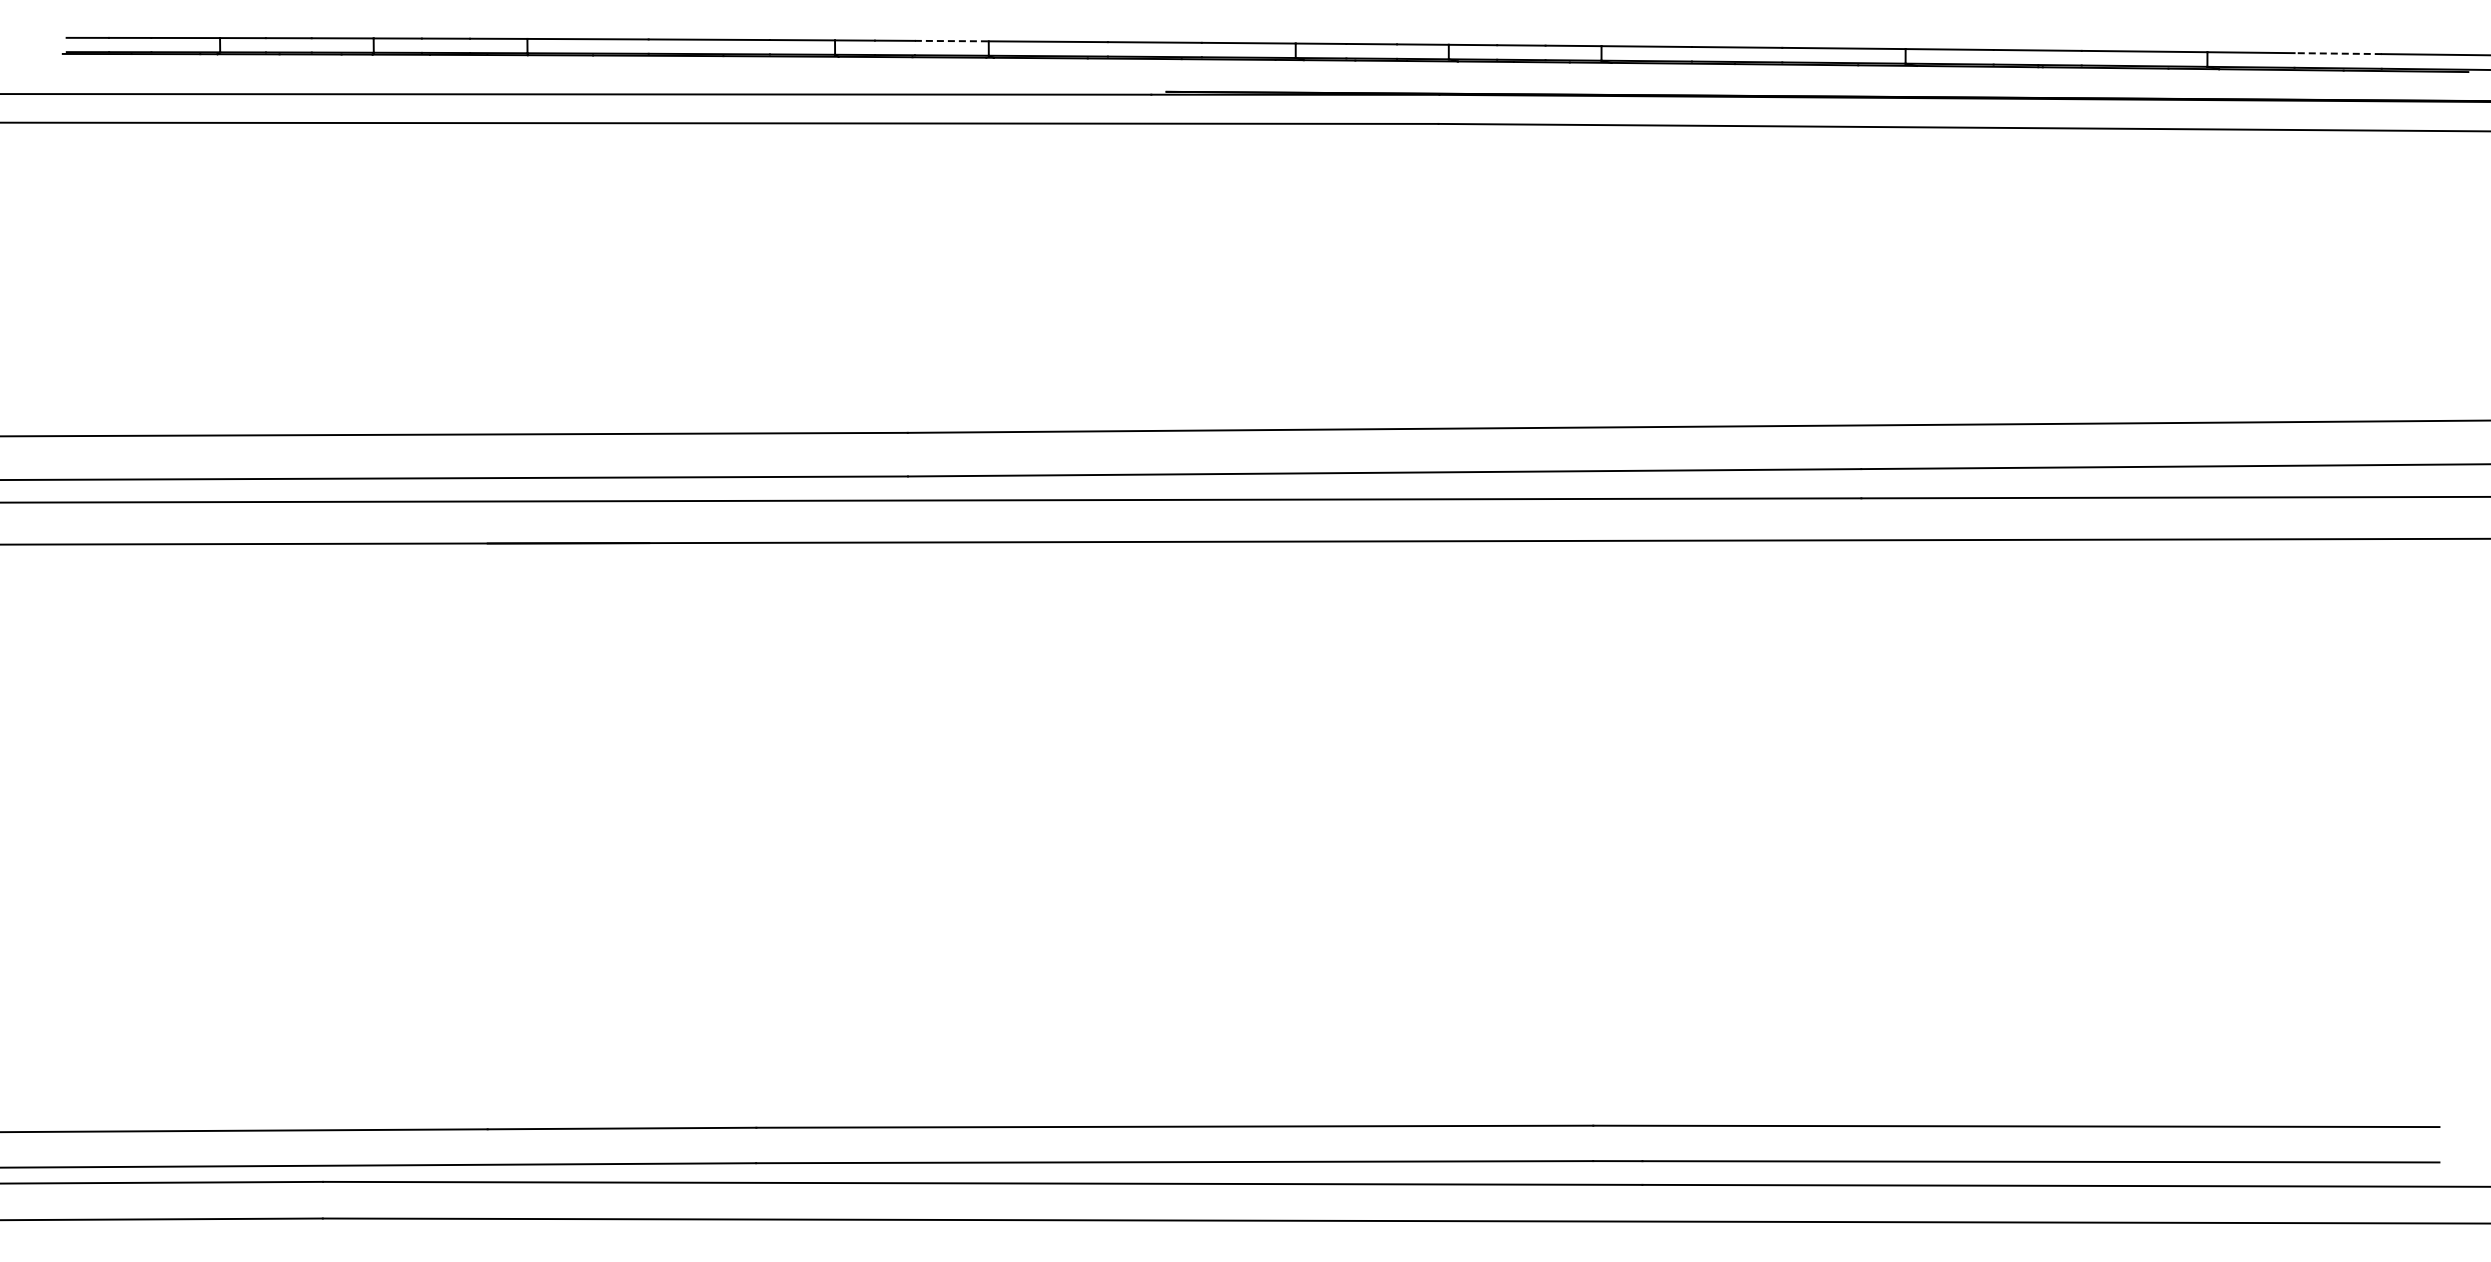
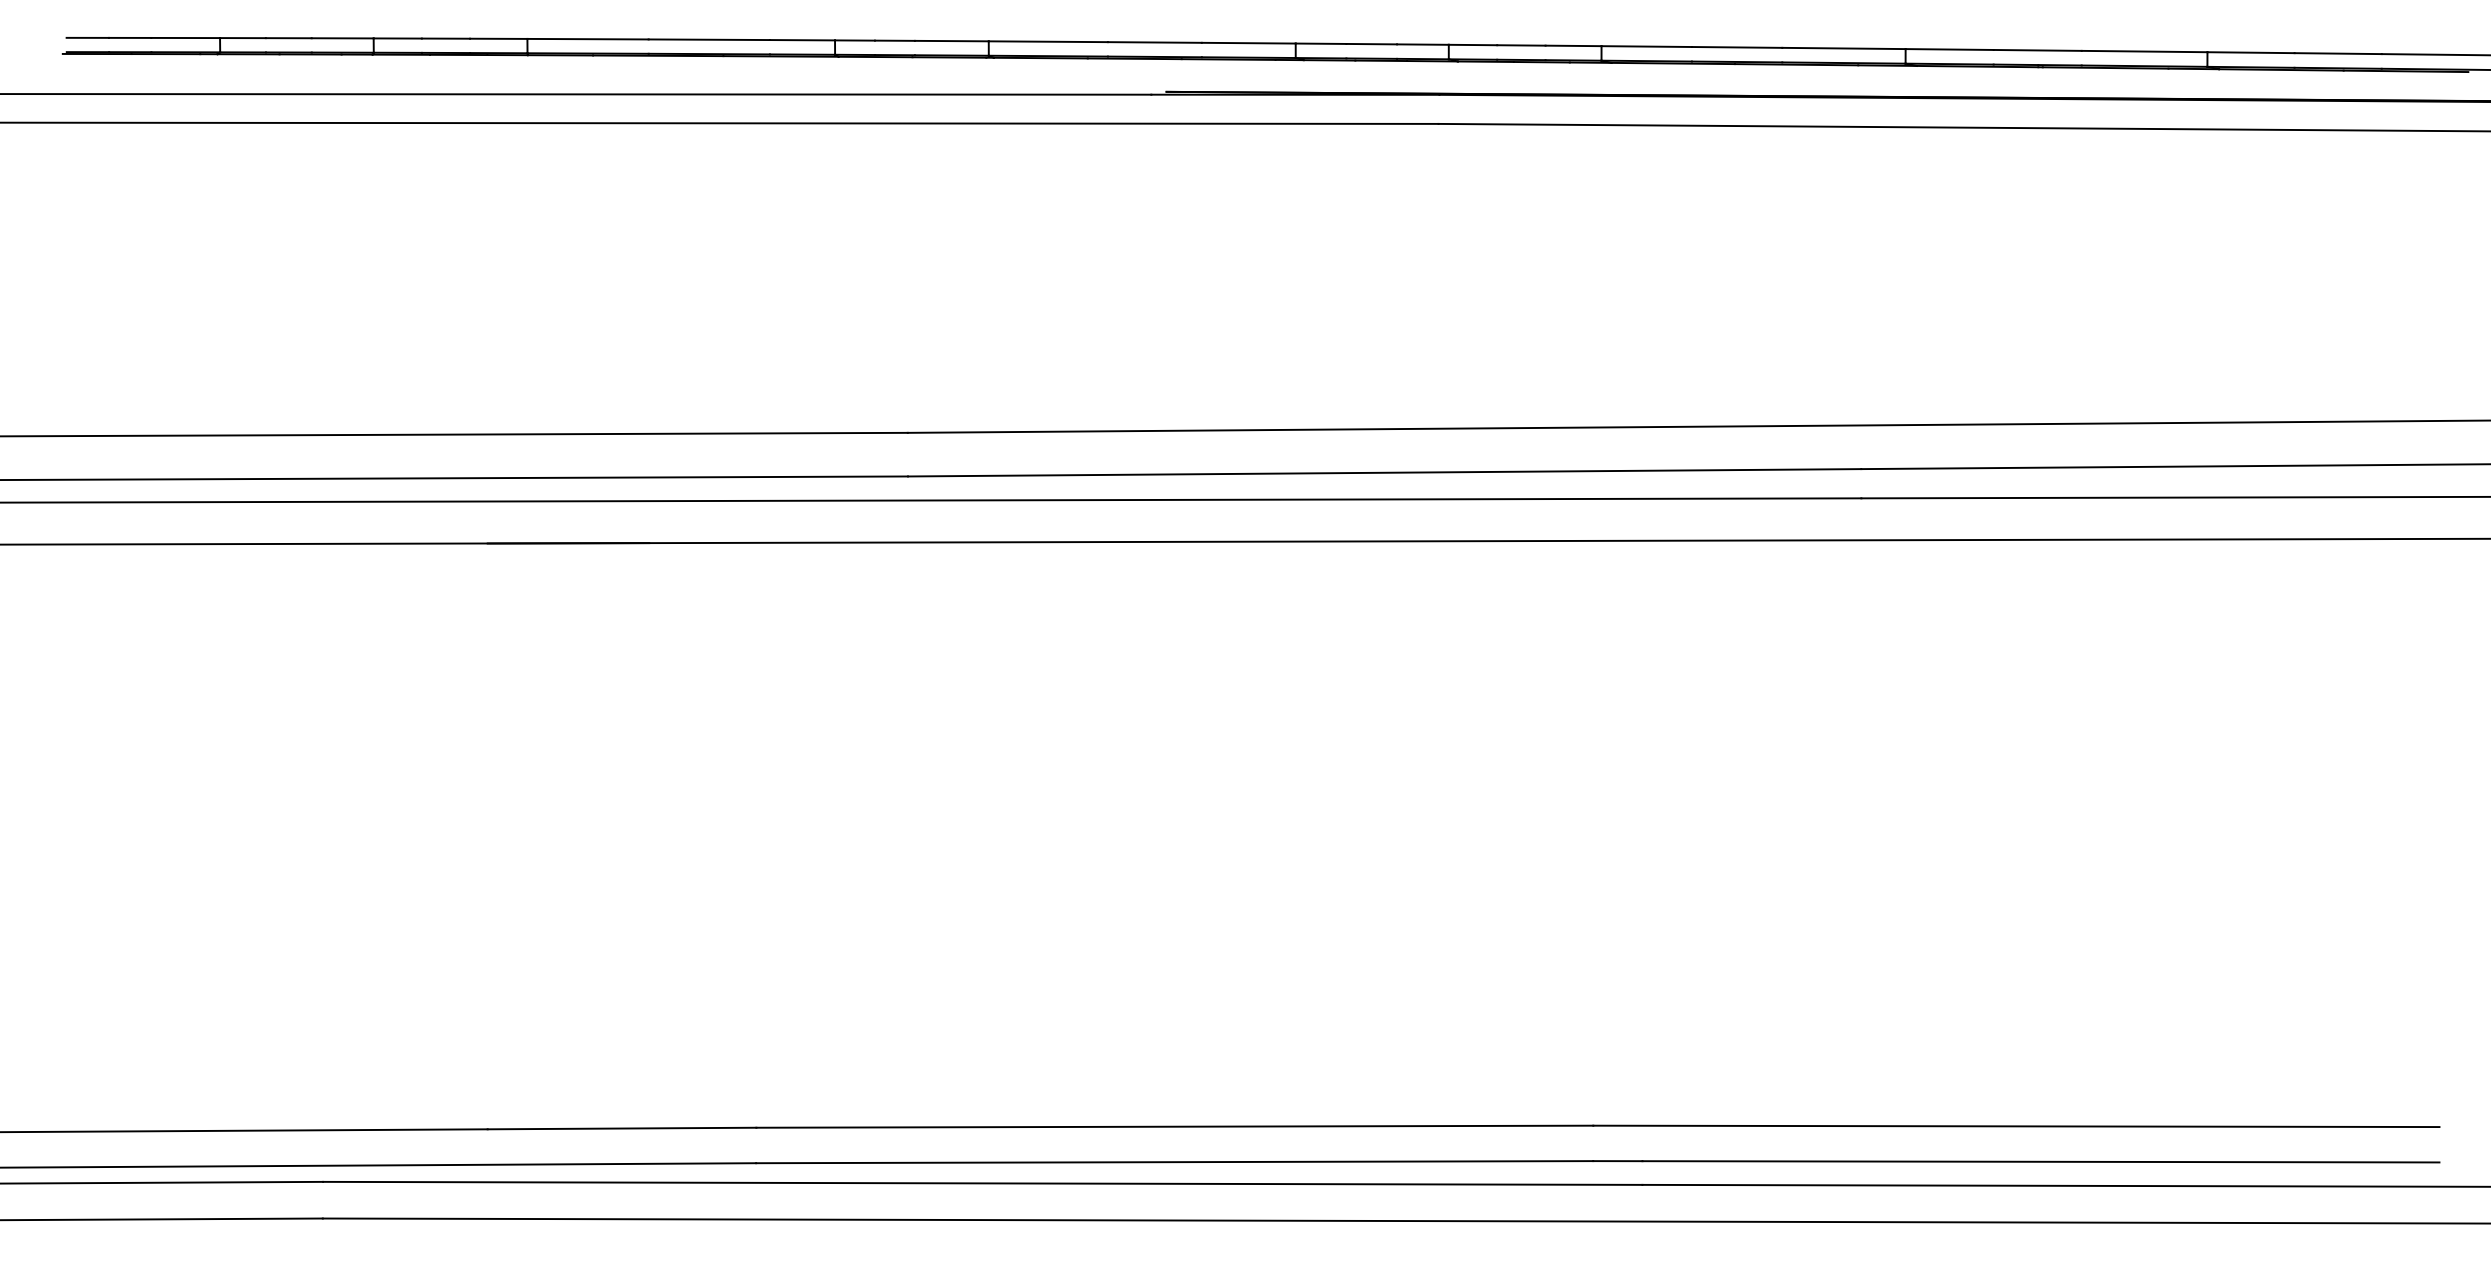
line at (951, 41): dashed -> solid
line at (2338, 53): dashed -> solid
